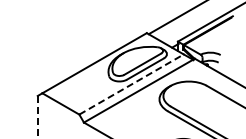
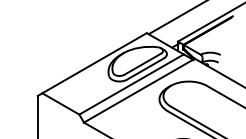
line at (132, 84): dashed -> solid
line at (37, 117): dashed -> solid
